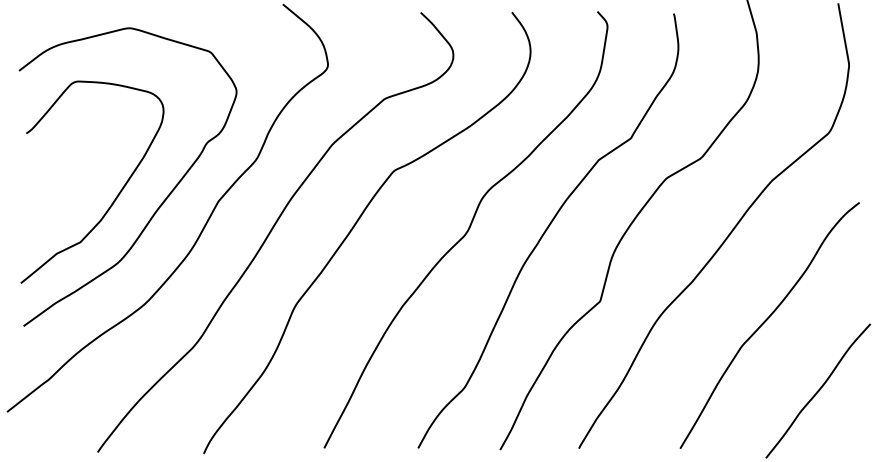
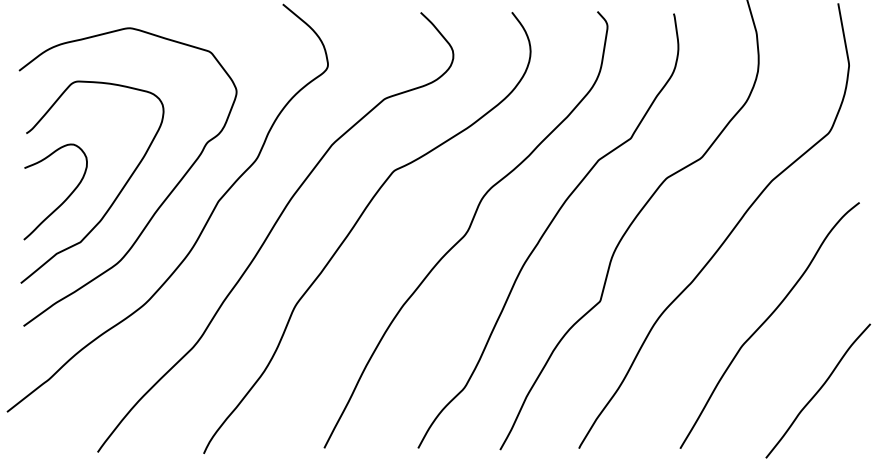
curve at (66, 197): none -> present
